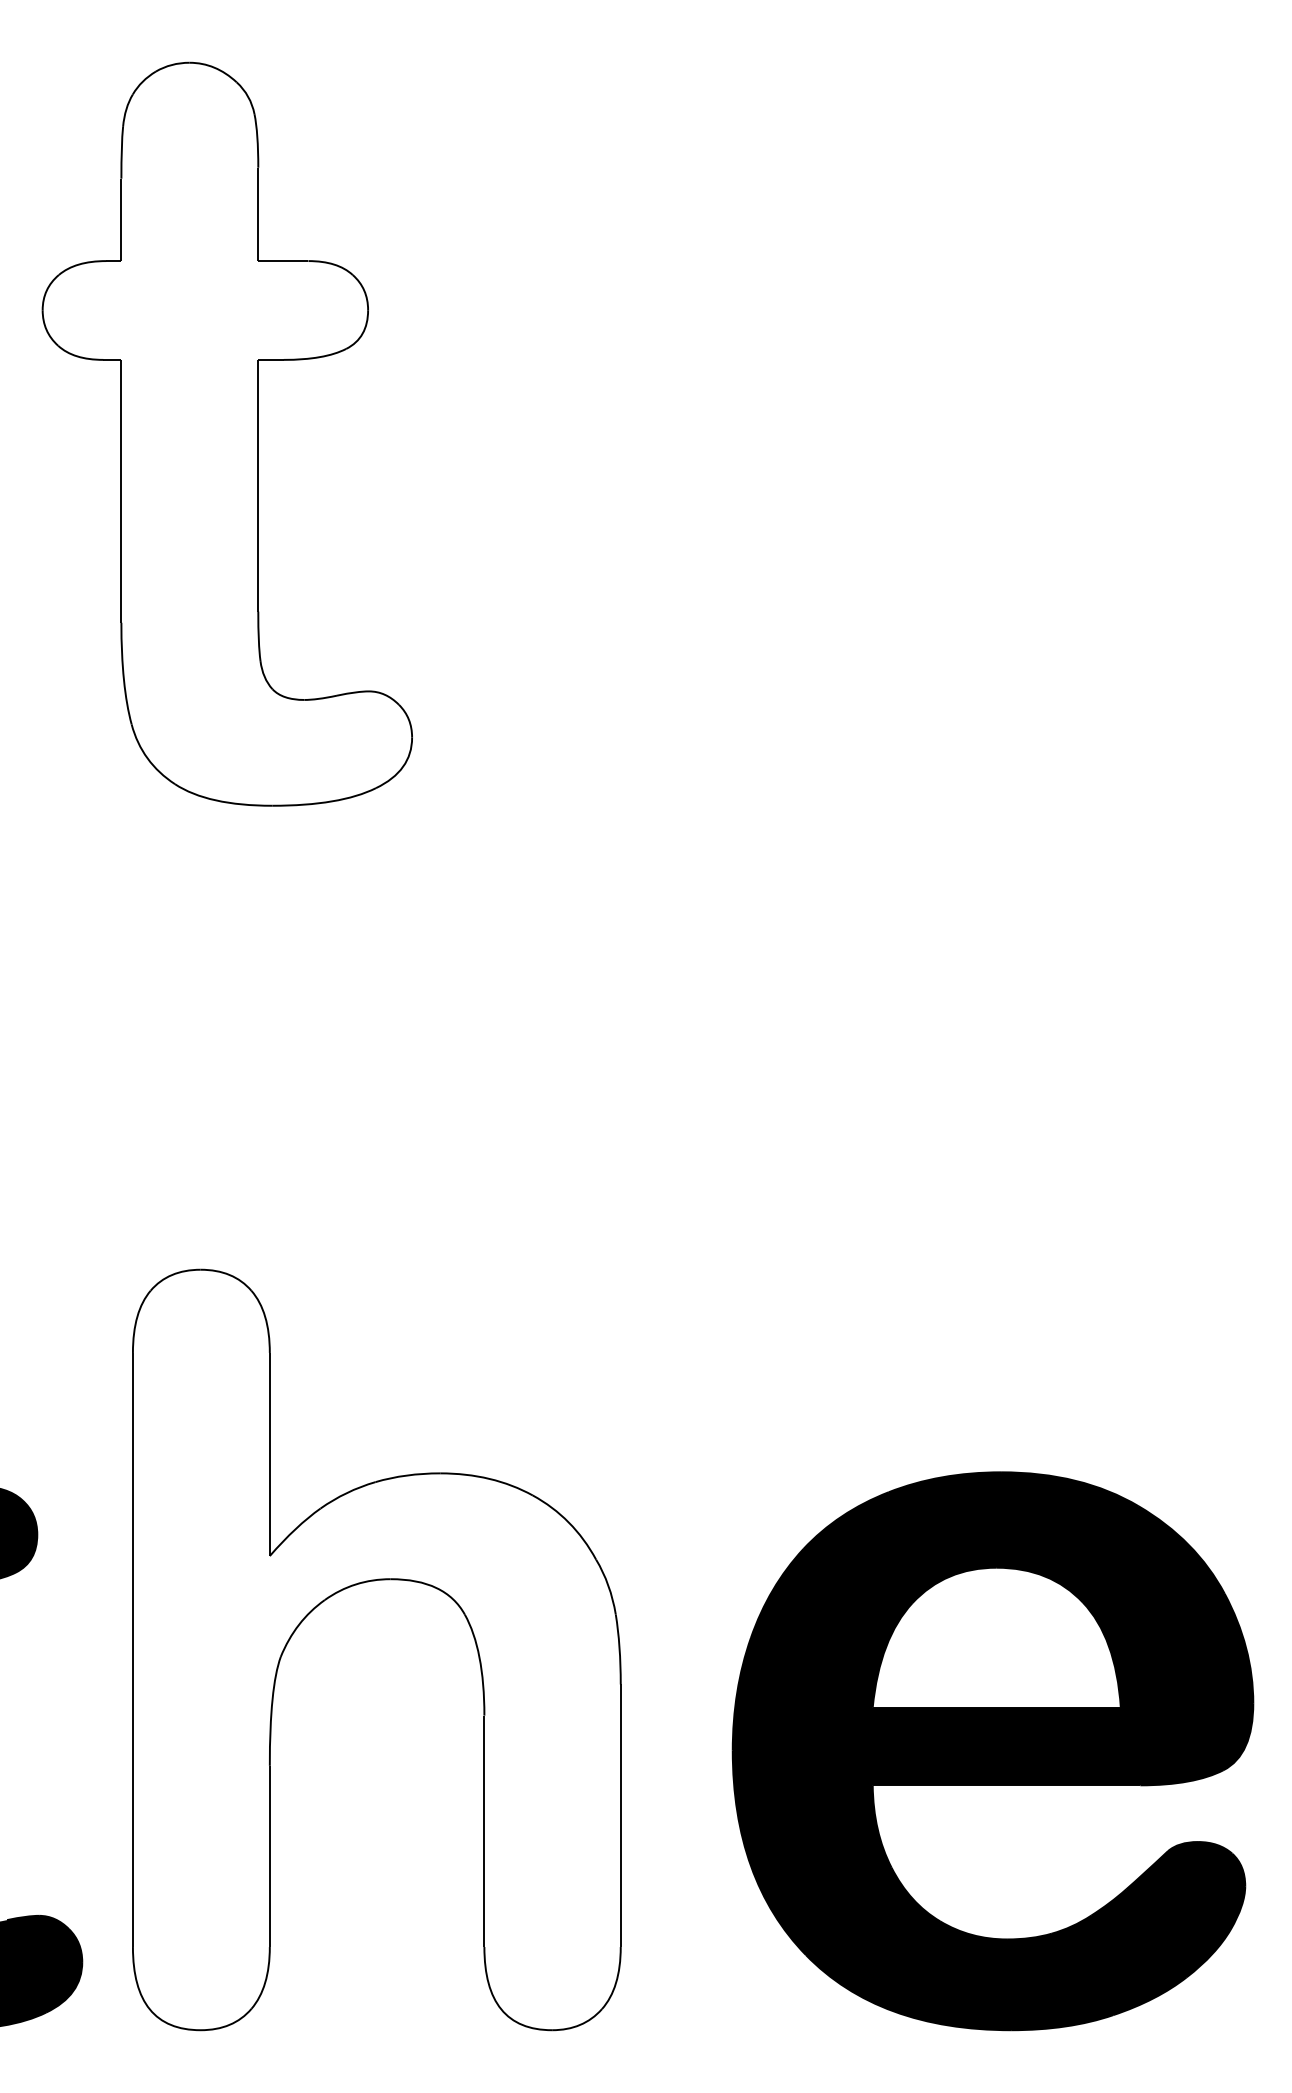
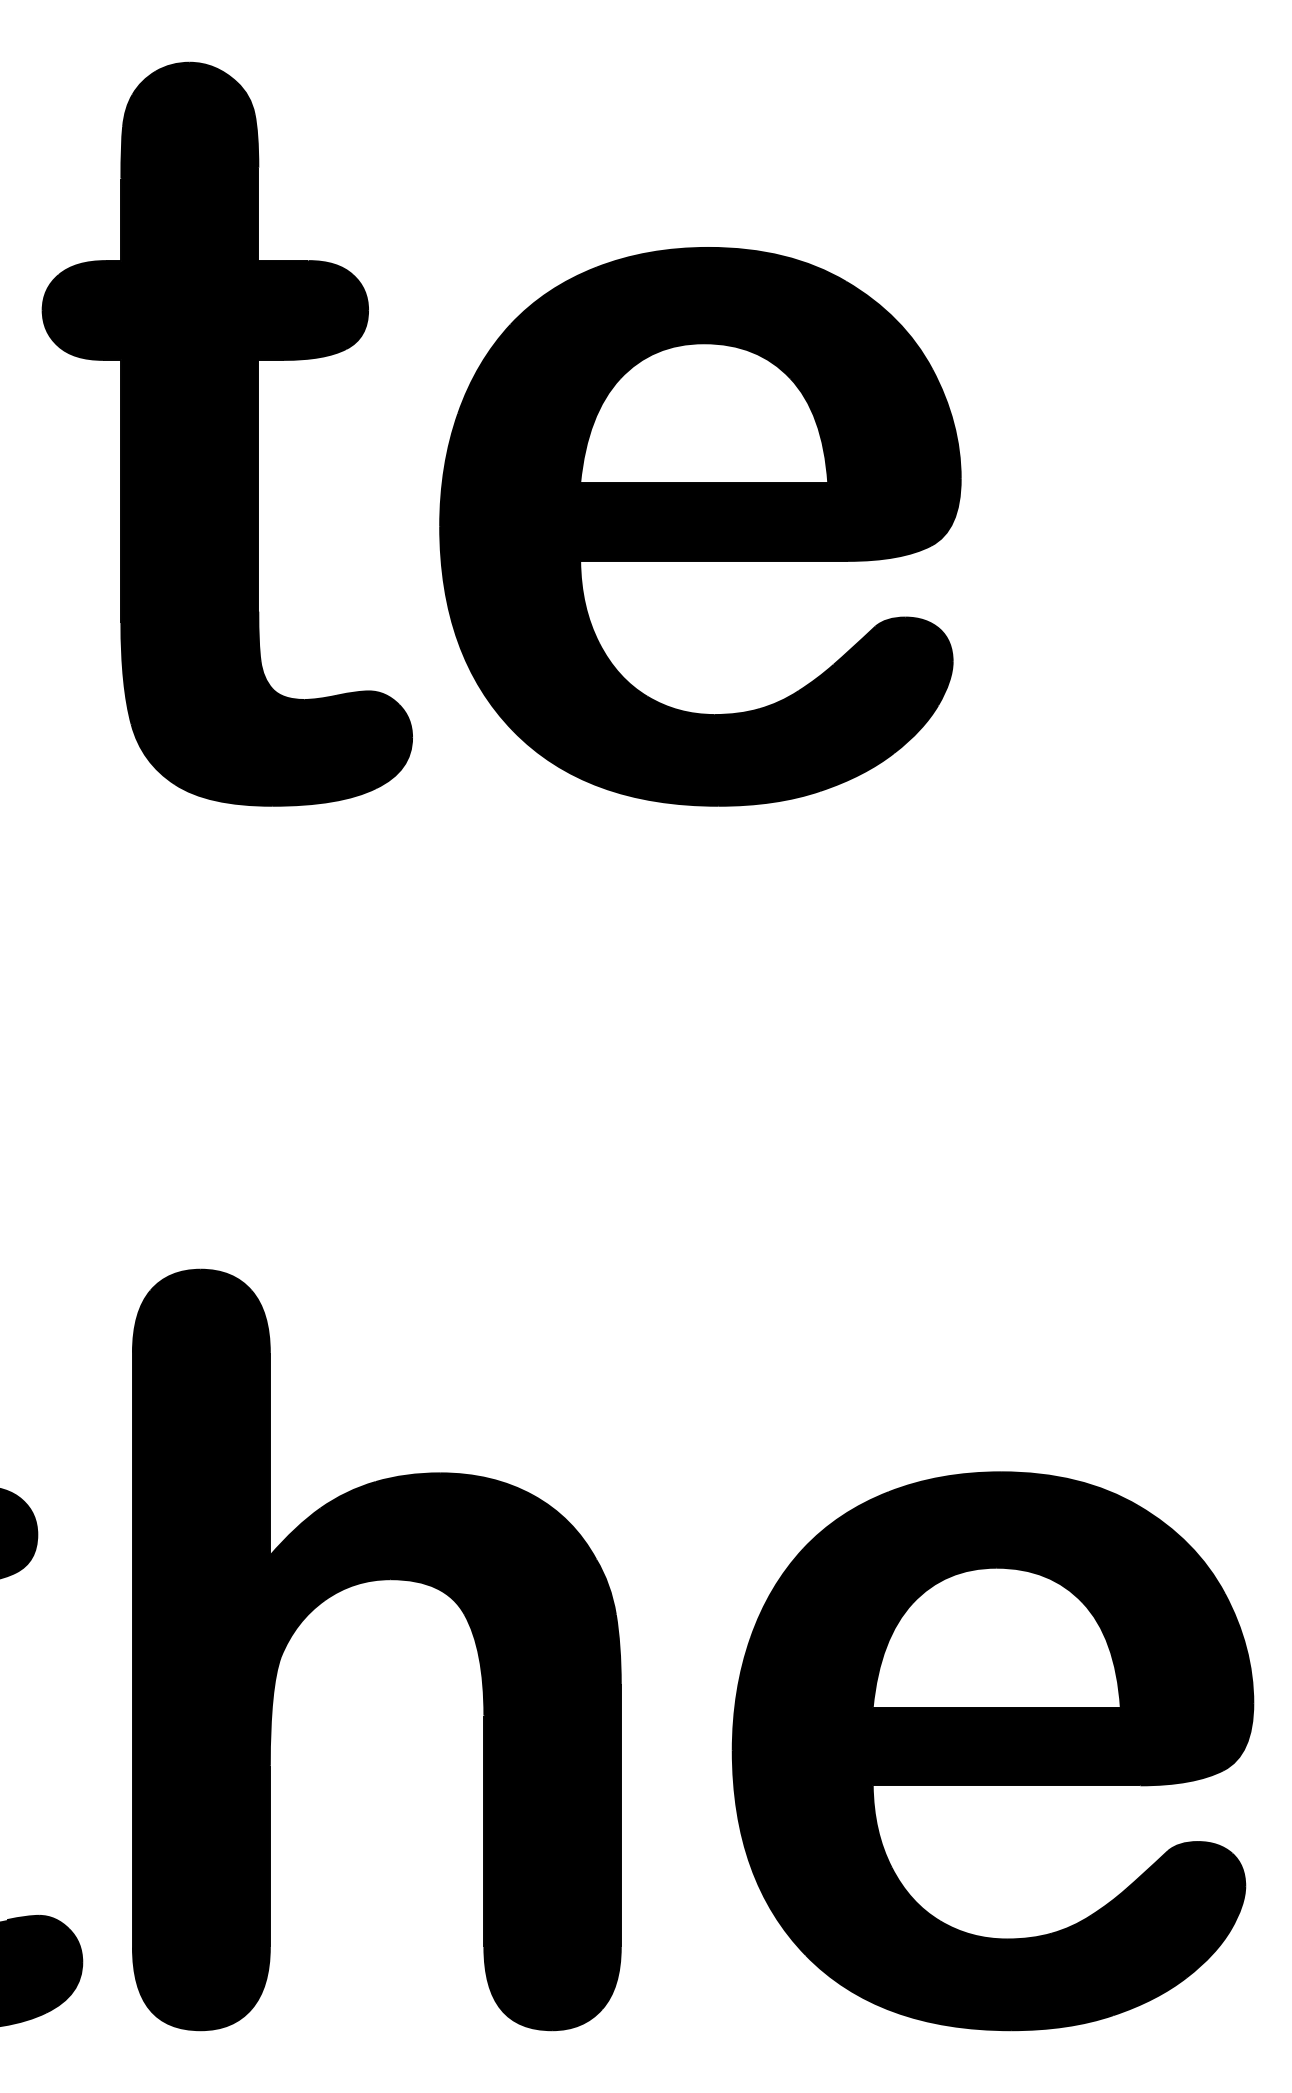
fill at (227, 433): none -> present
part at (700, 526): none -> present
fill at (376, 1649): none -> present
